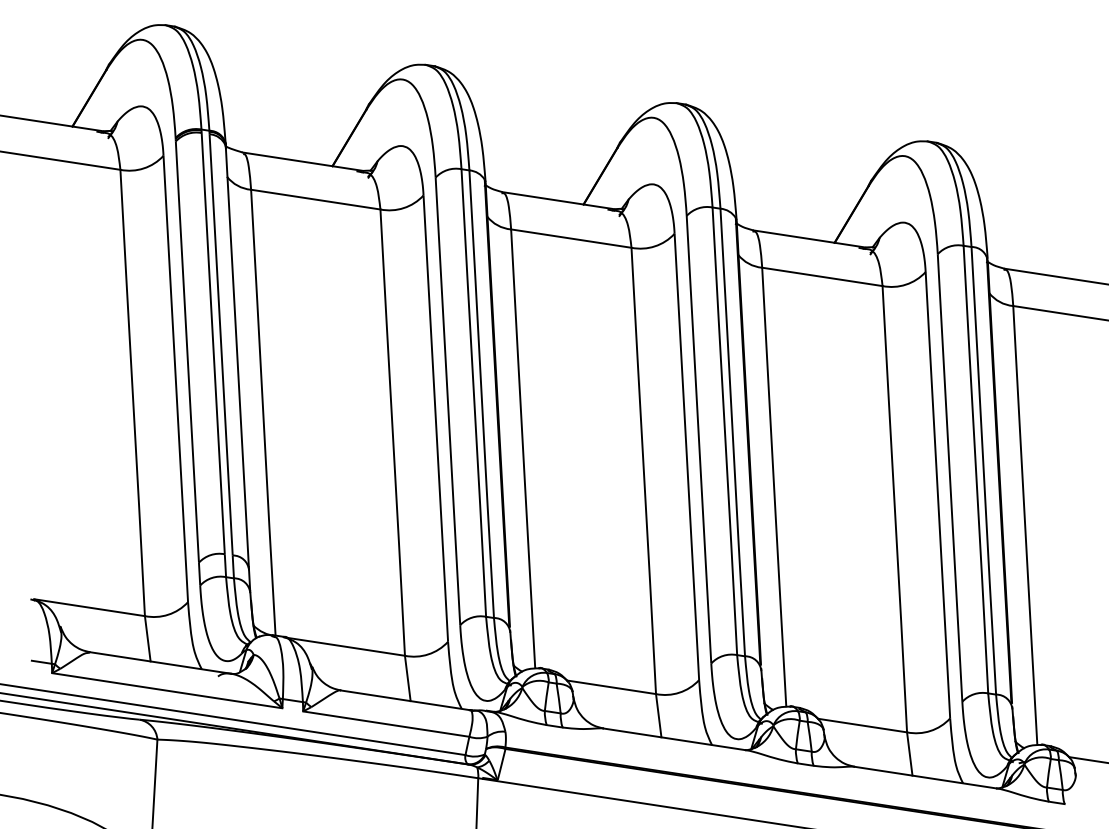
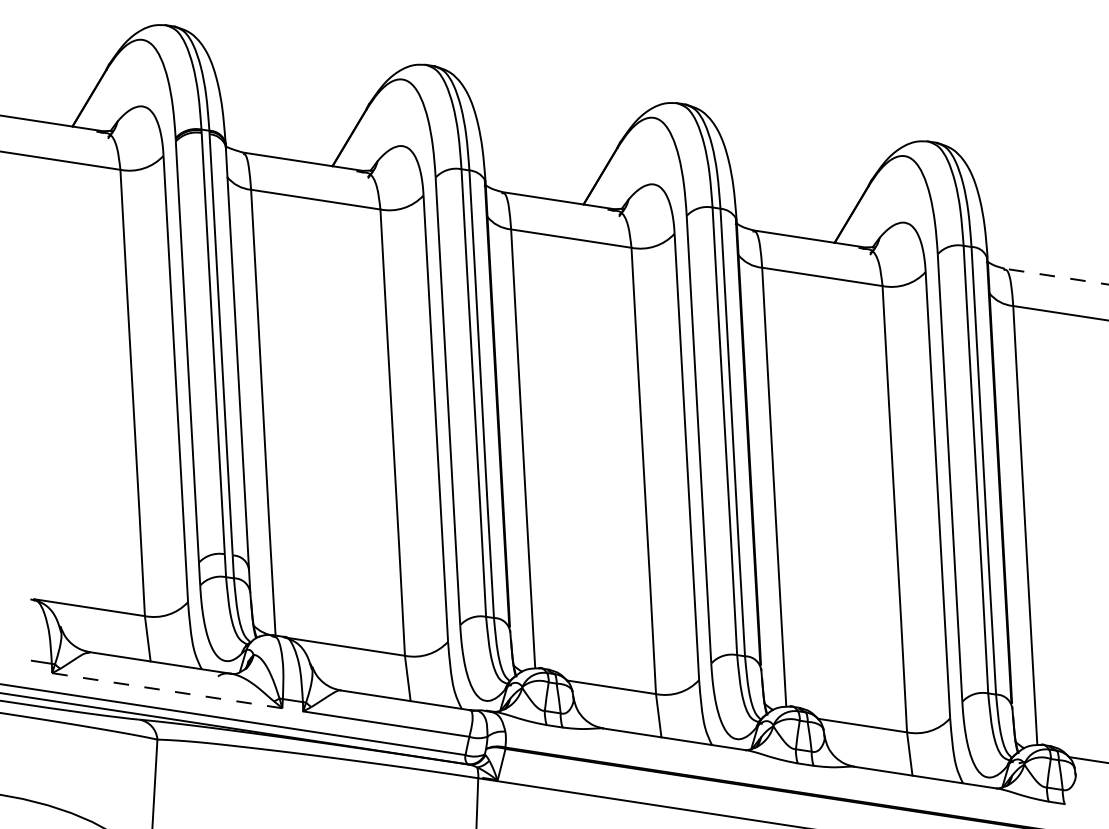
line at (1056, 276): solid -> dashed
line at (166, 690): solid -> dashed
